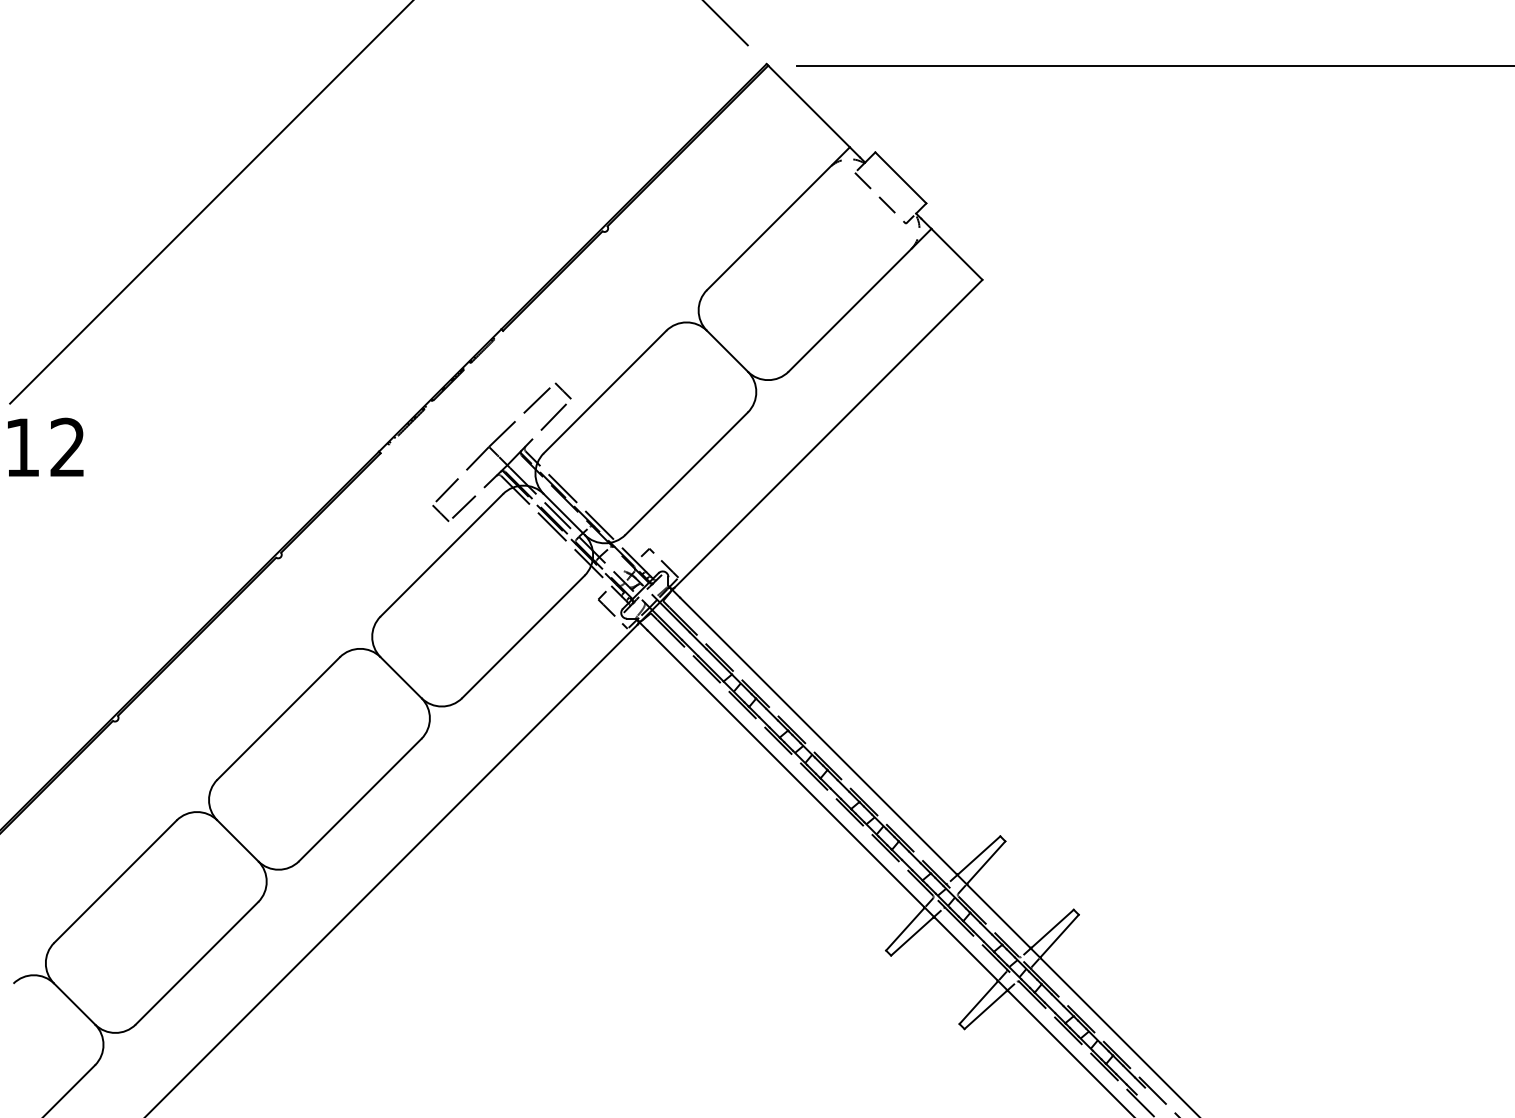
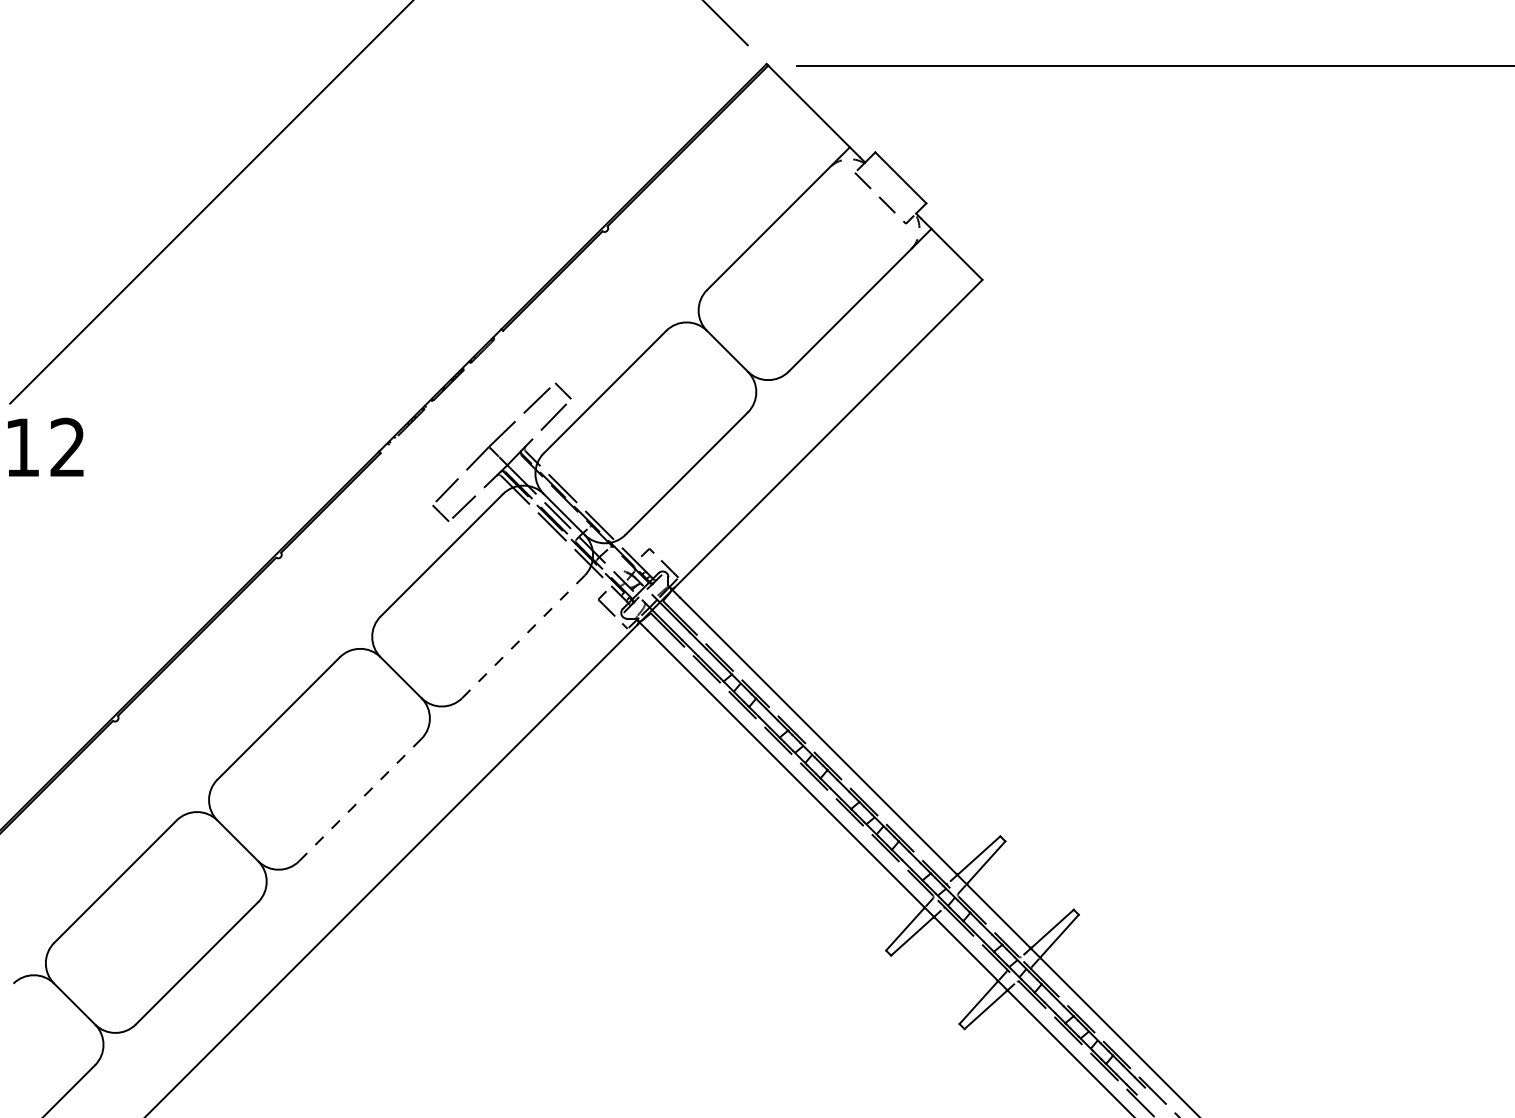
line at (523, 636): solid -> dashed
line at (360, 800): solid -> dashed
